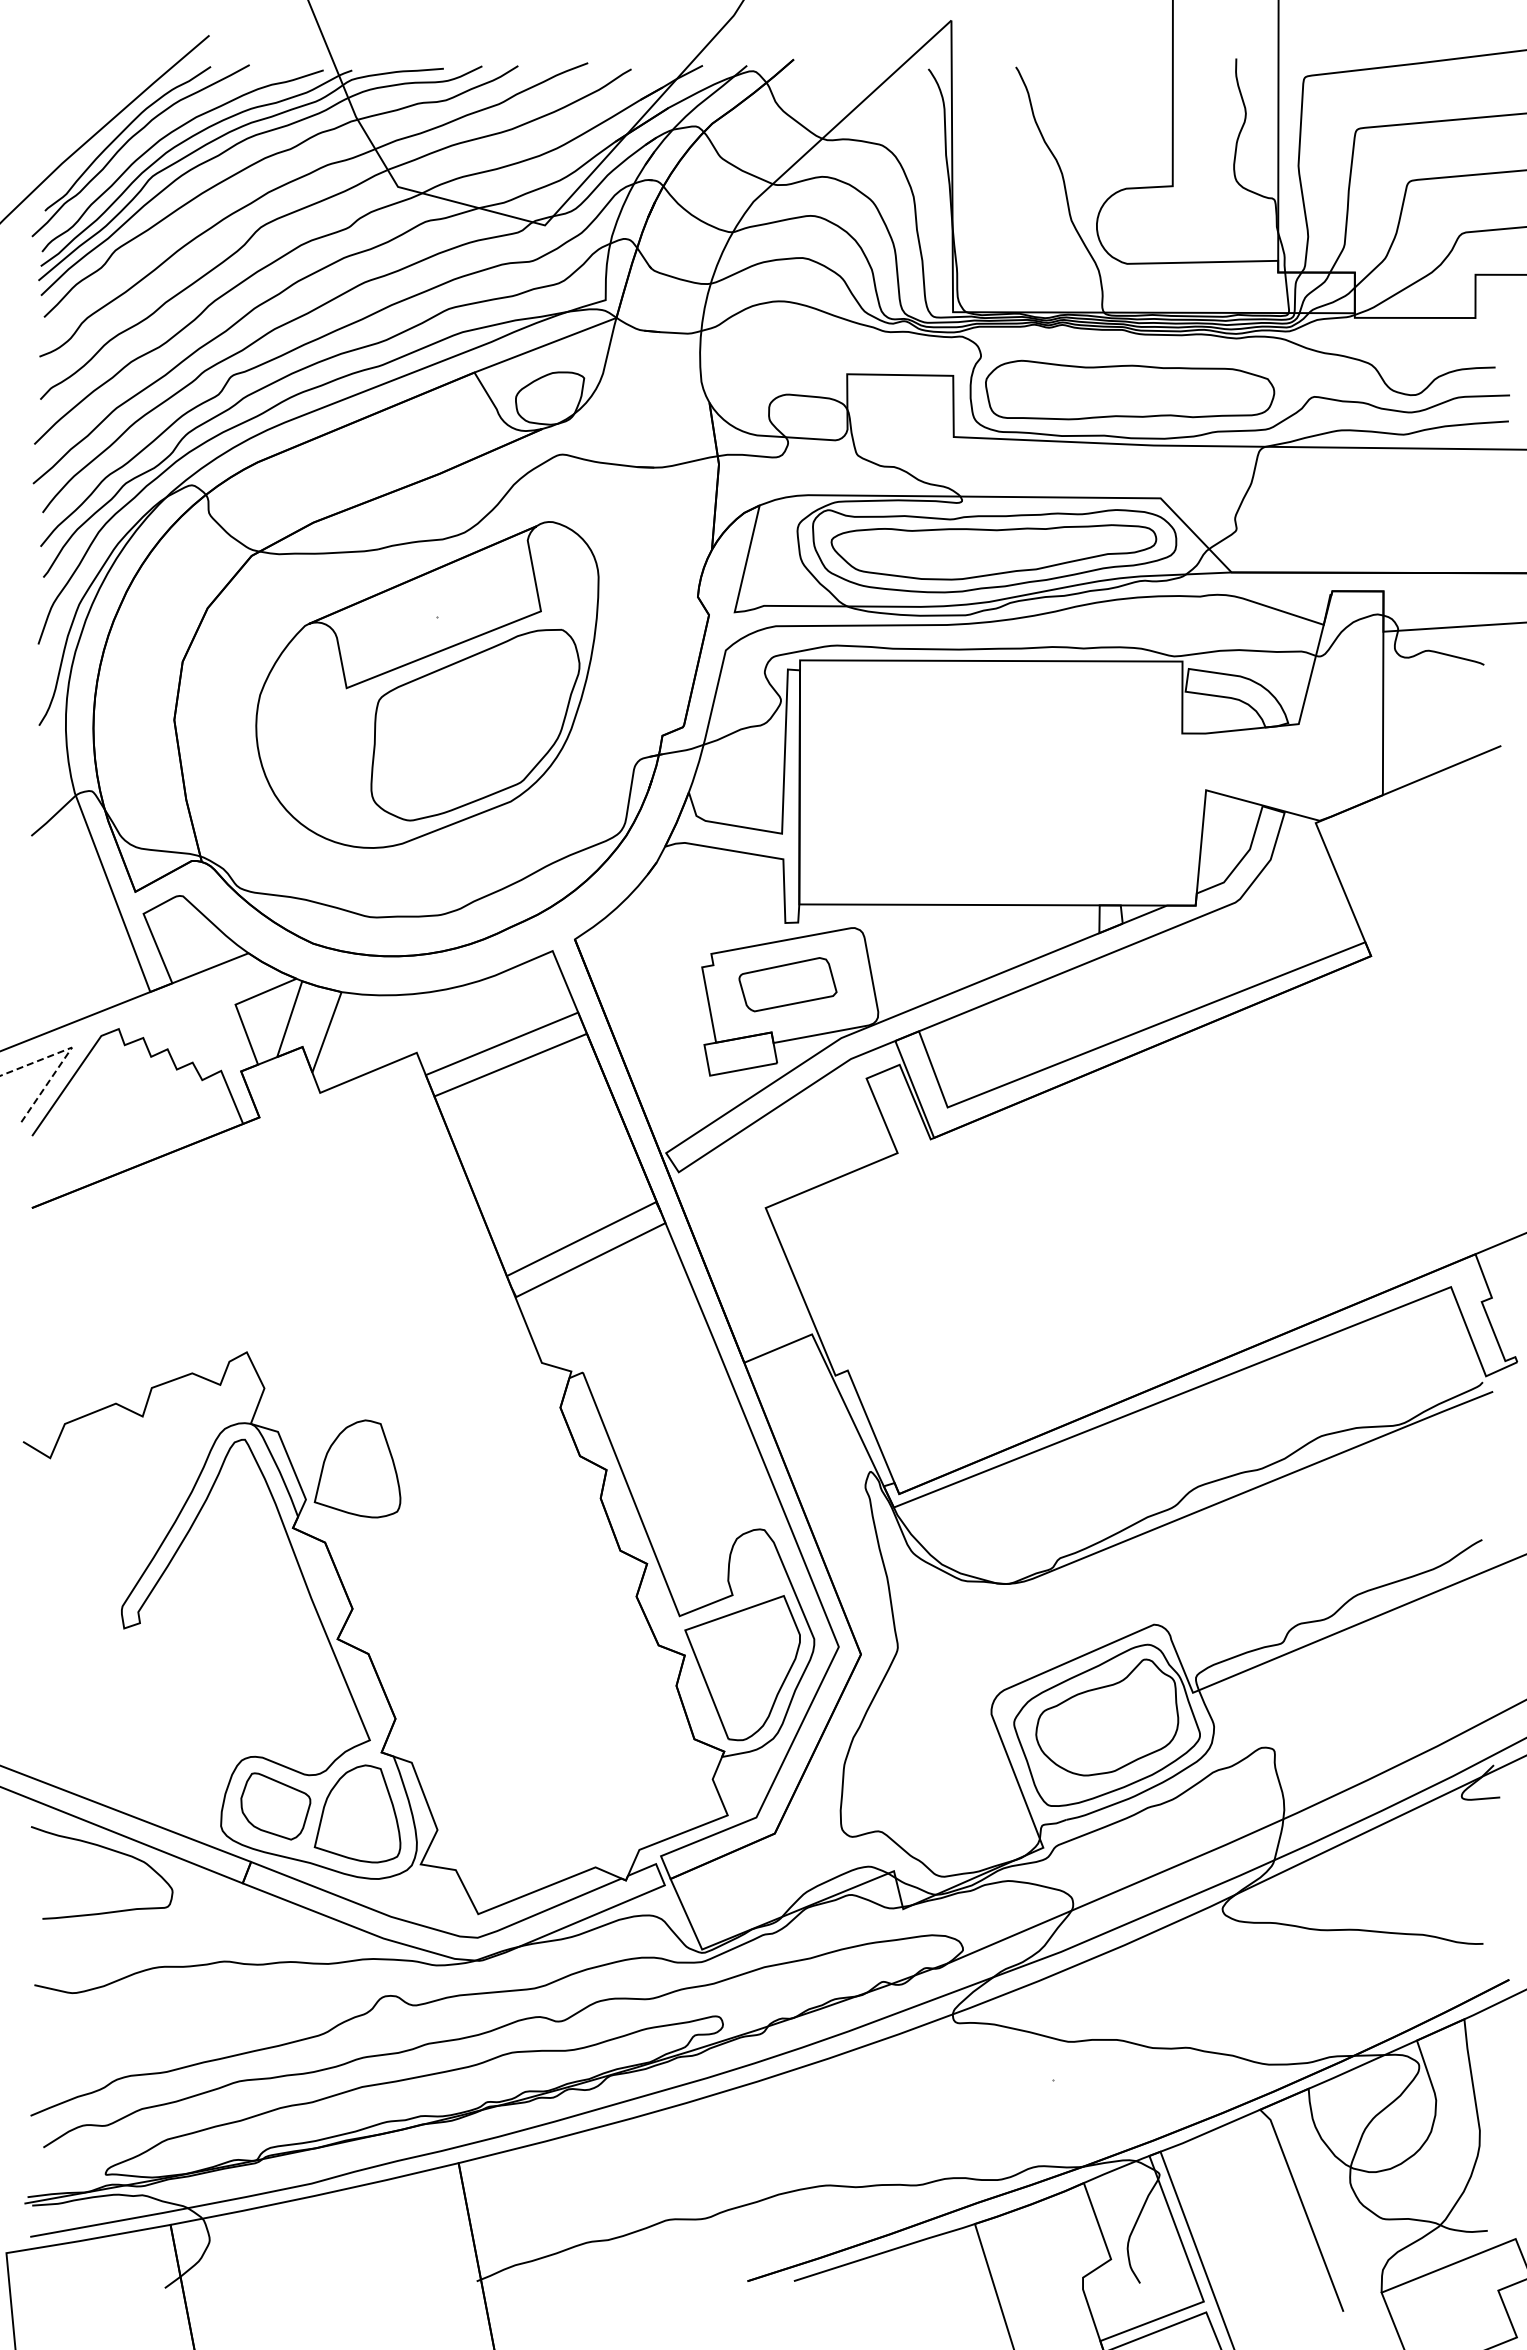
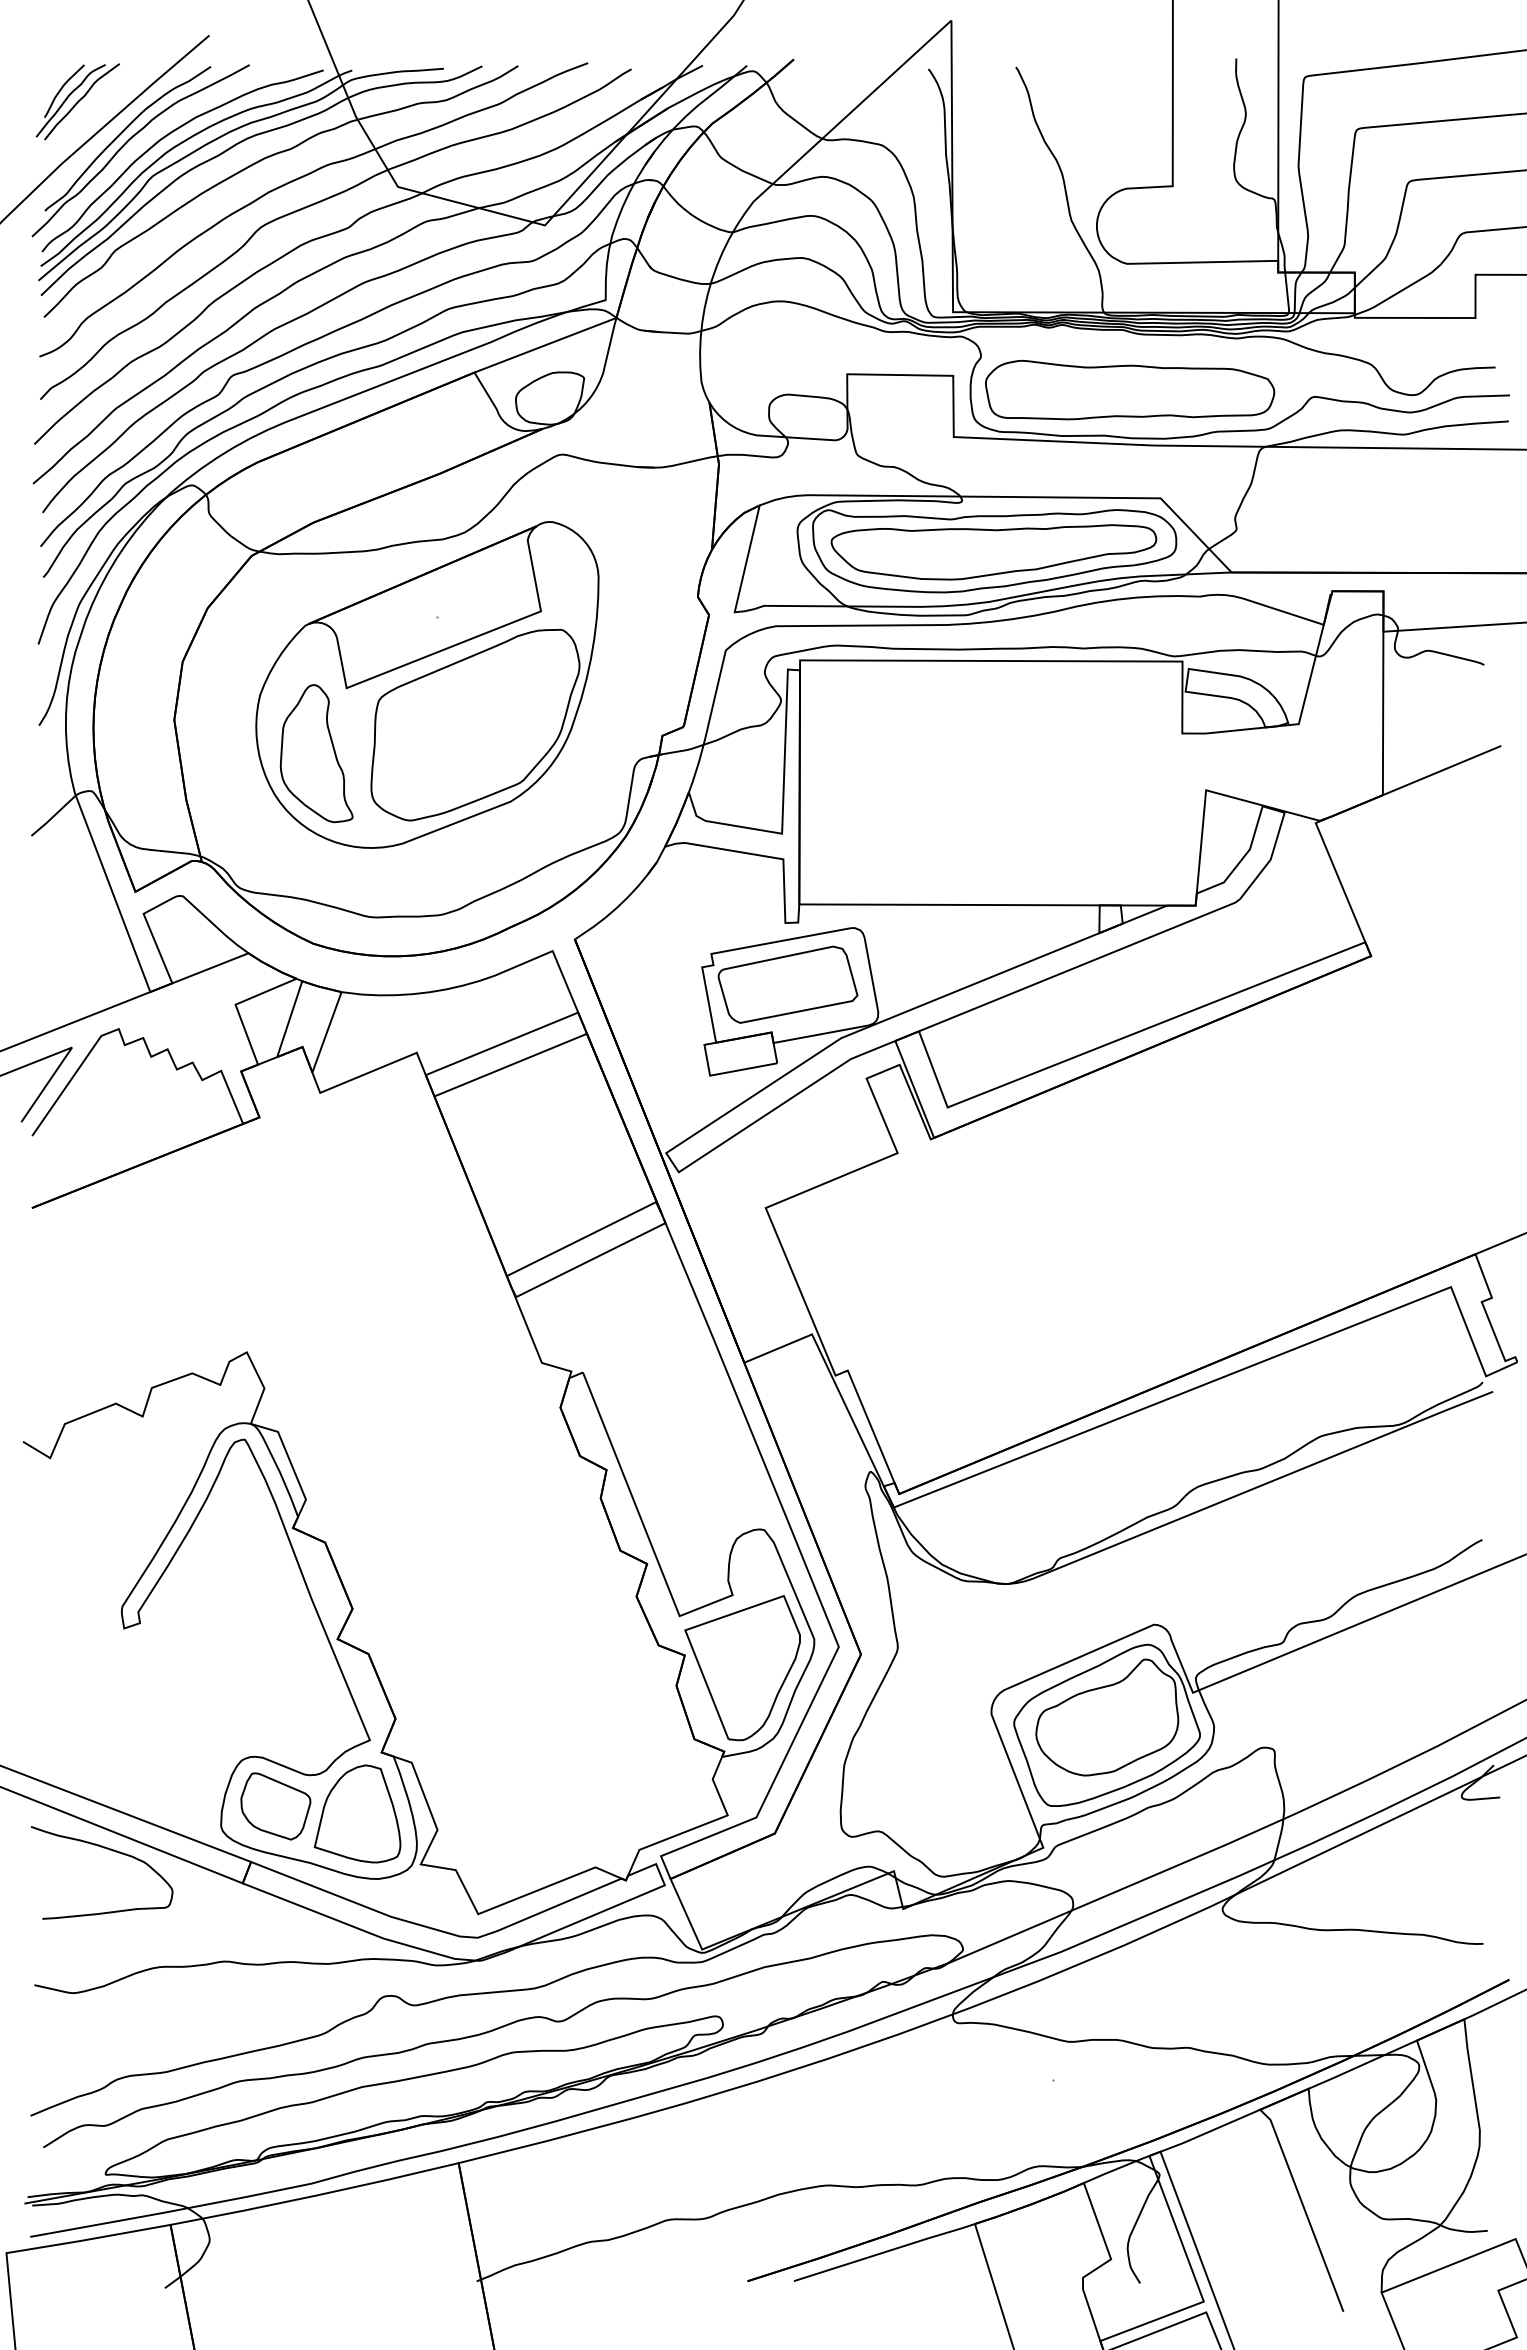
part at (77, 101): none -> present
part at (316, 753): none -> present
part at (787, 984) size: 100x56 px -> 142x79 px
line at (68, 1052): dashed -> solid
part at (357, 1468): present -> none
